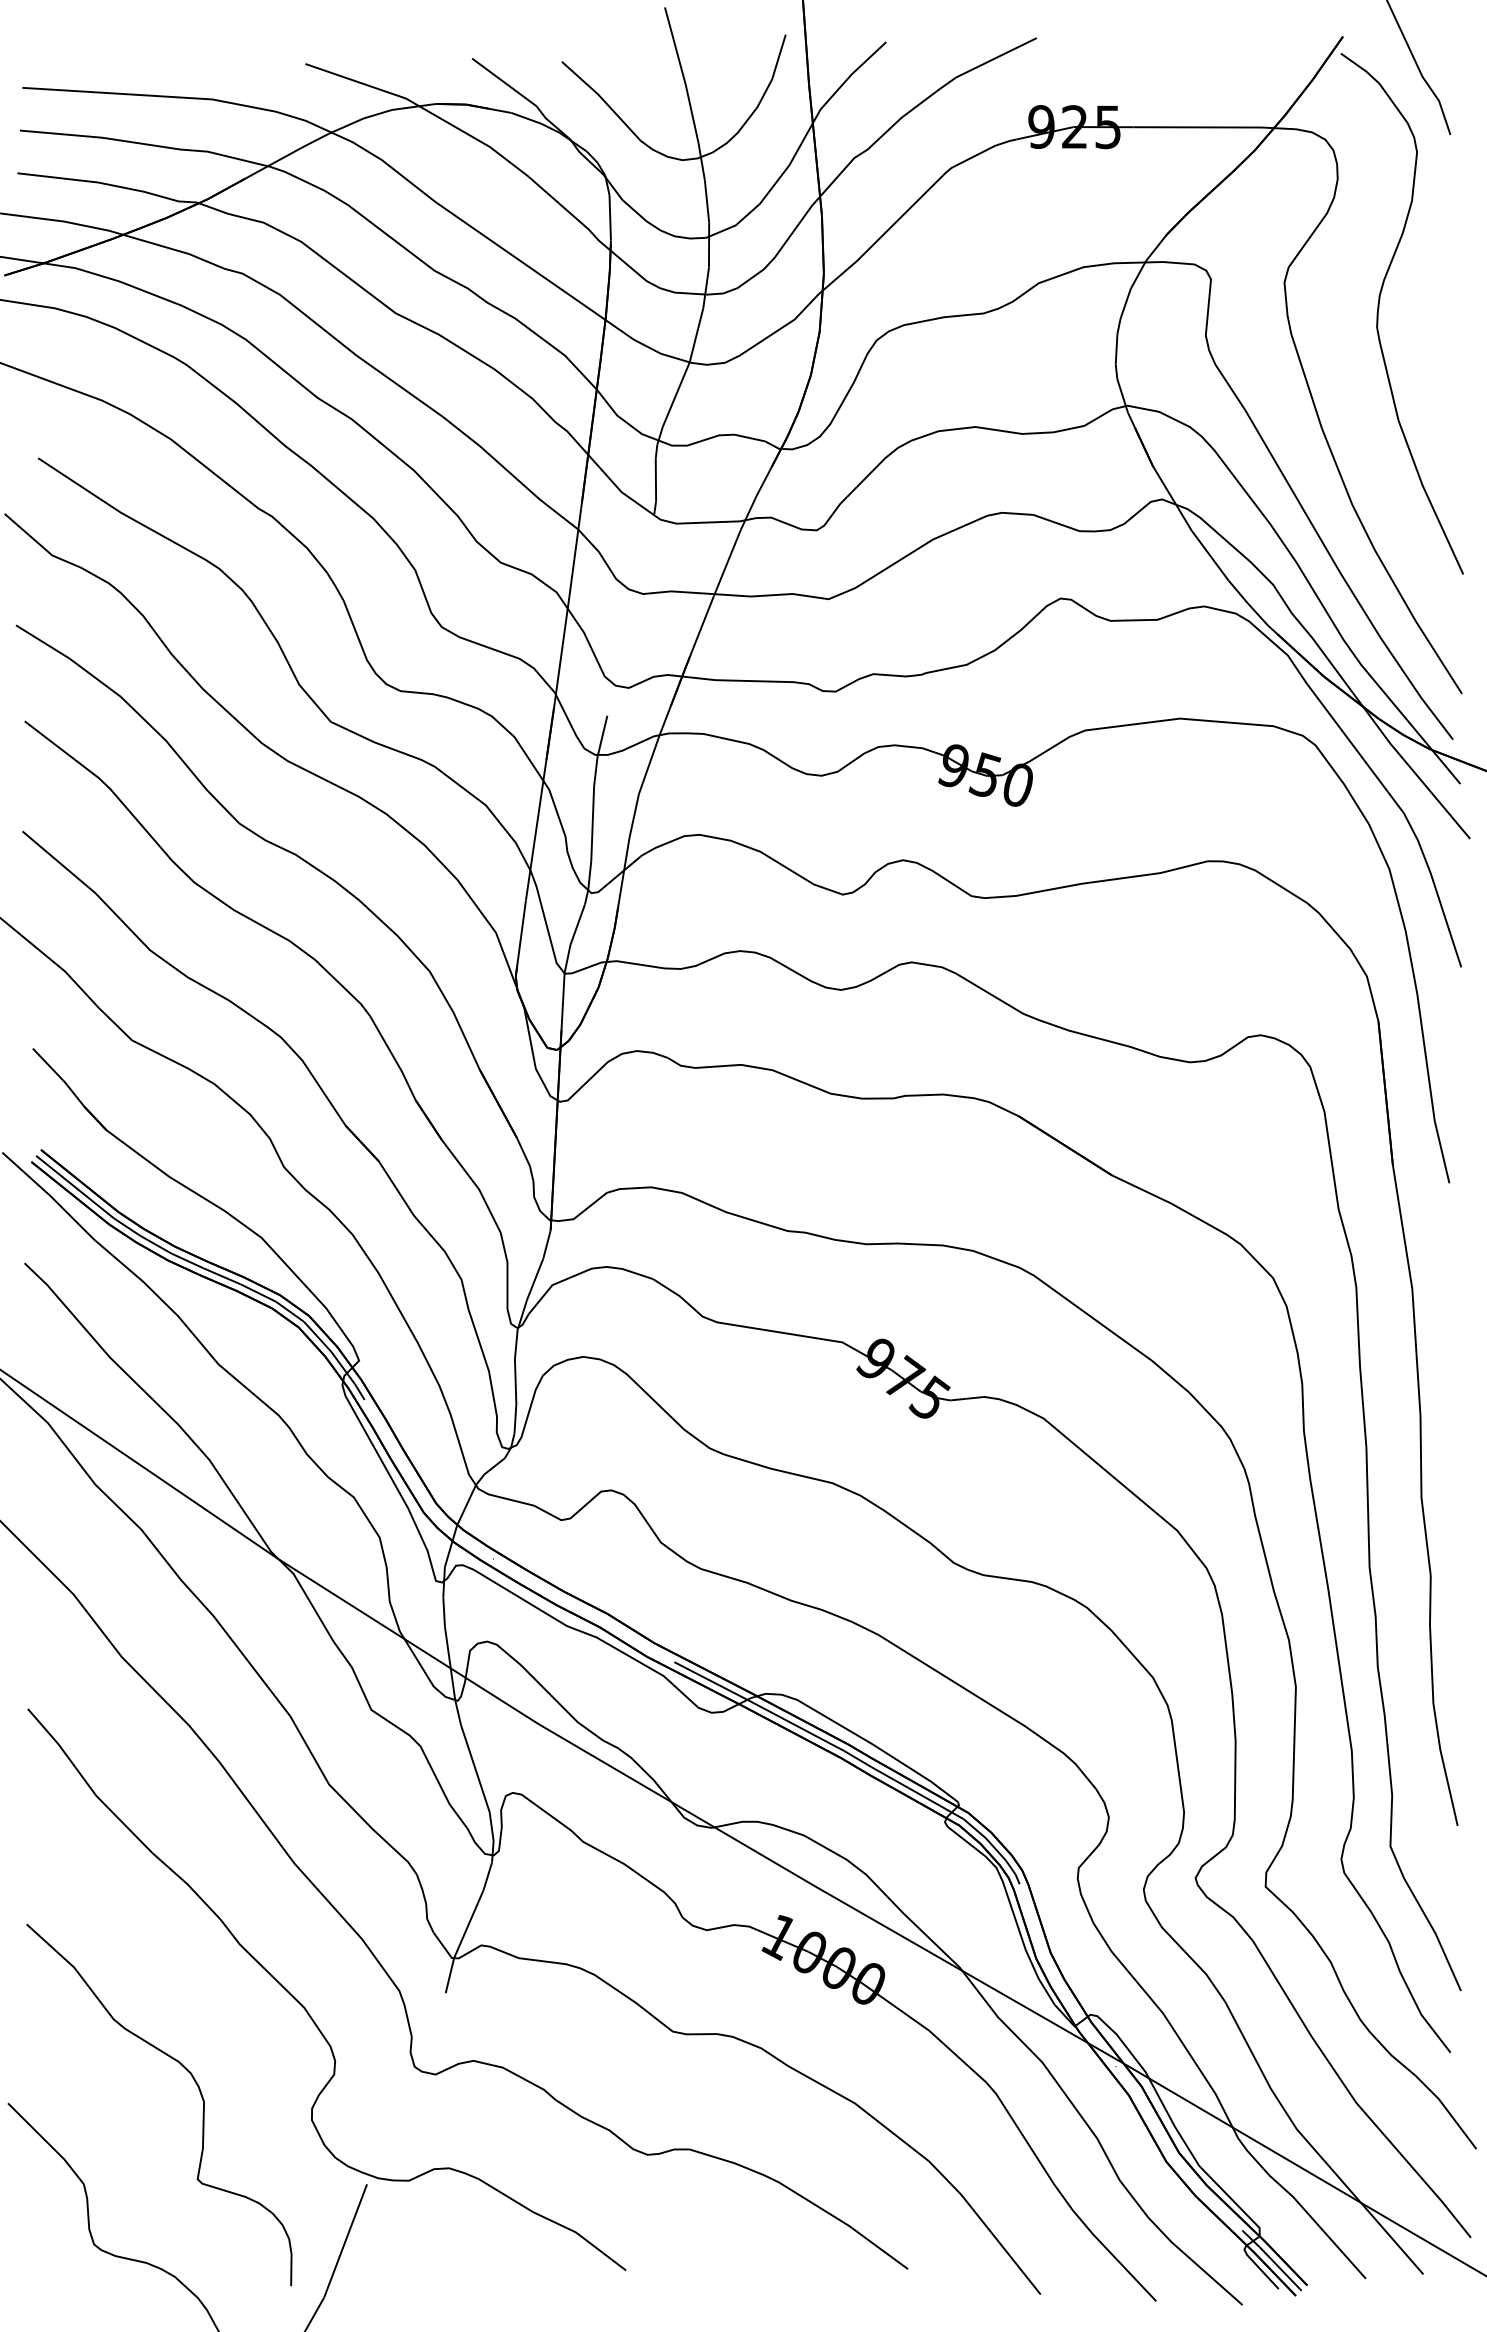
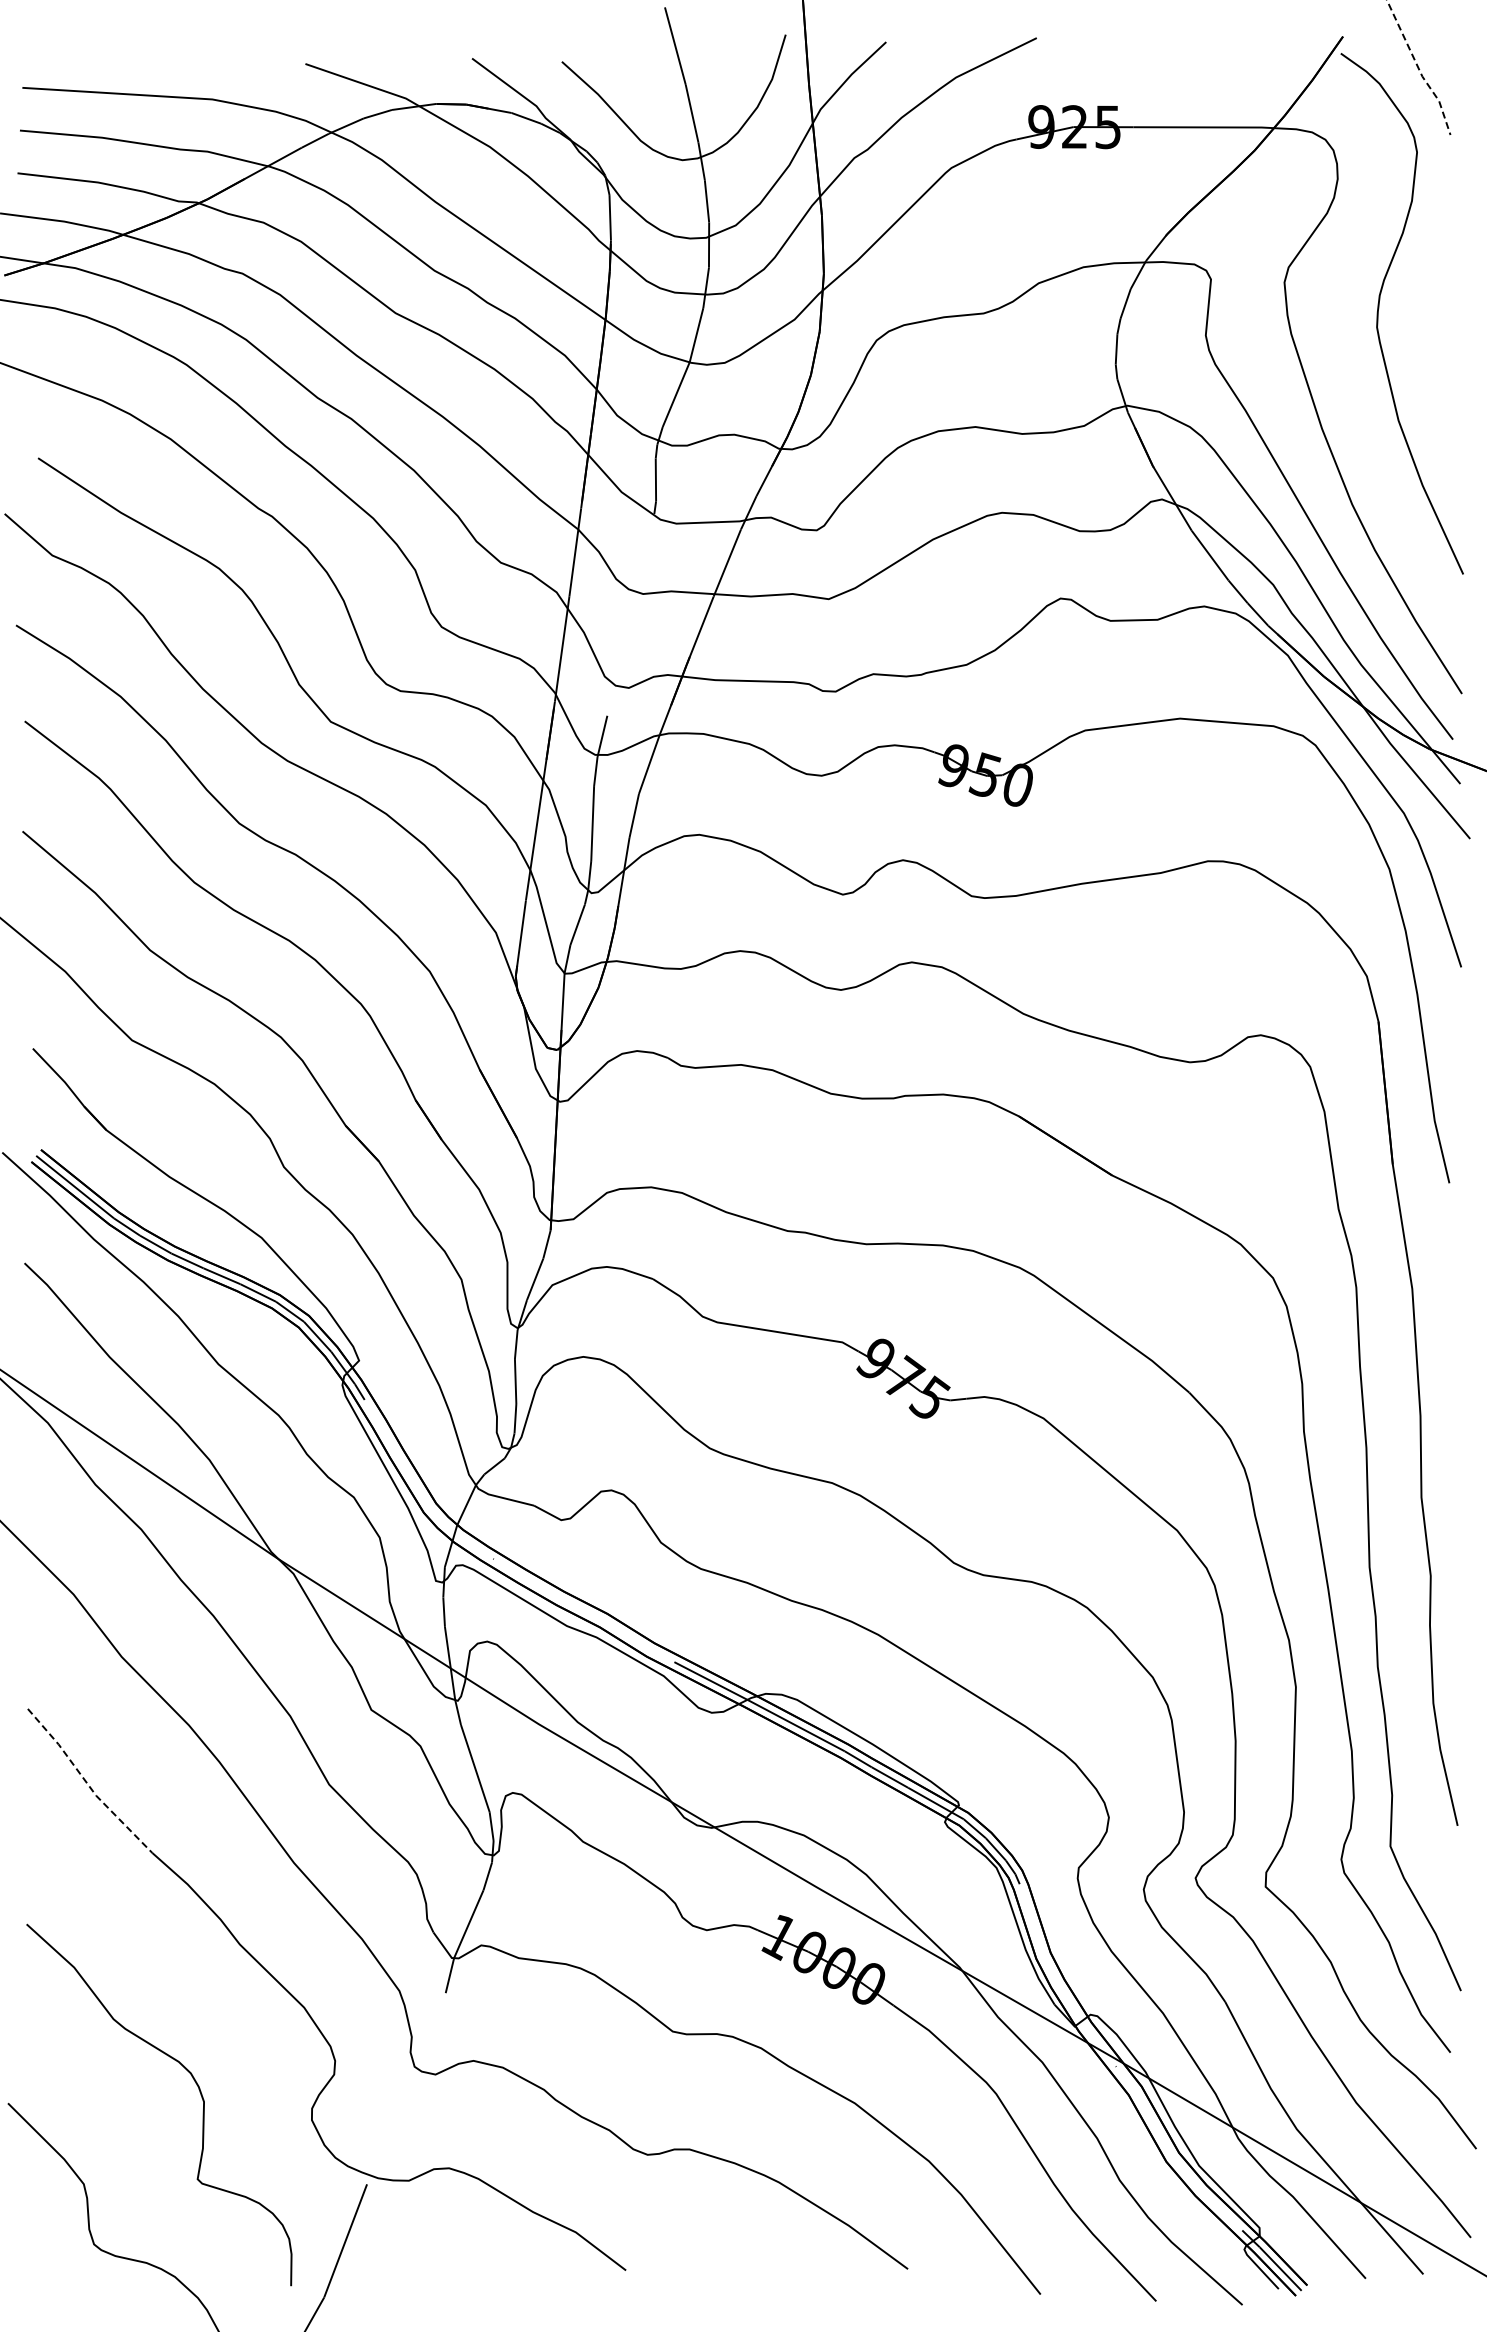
line at (1419, 69): solid -> dashed
line at (87, 1783): solid -> dashed
